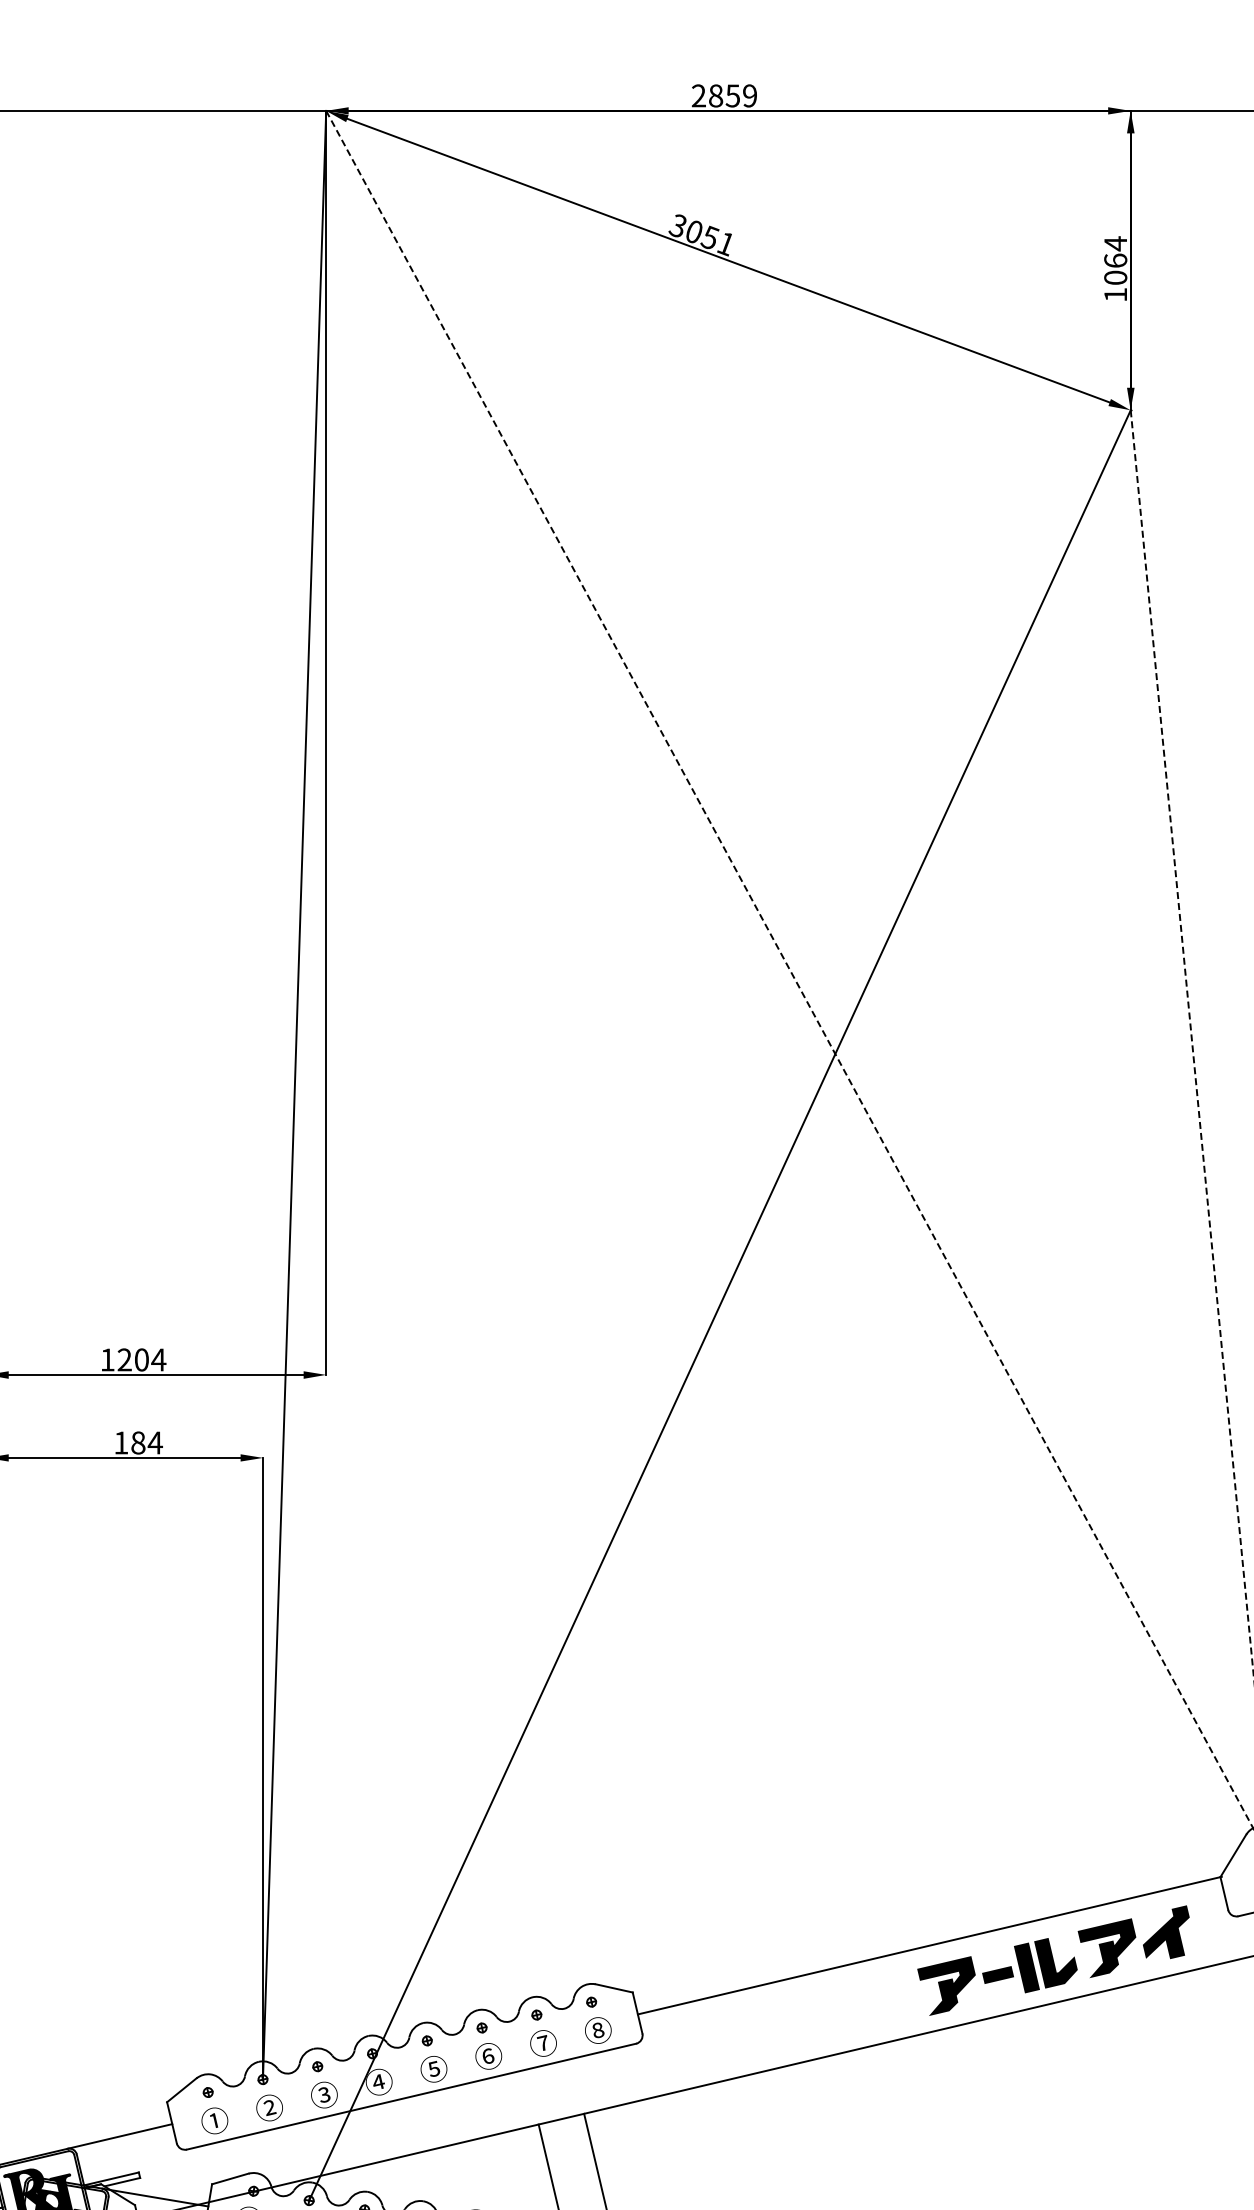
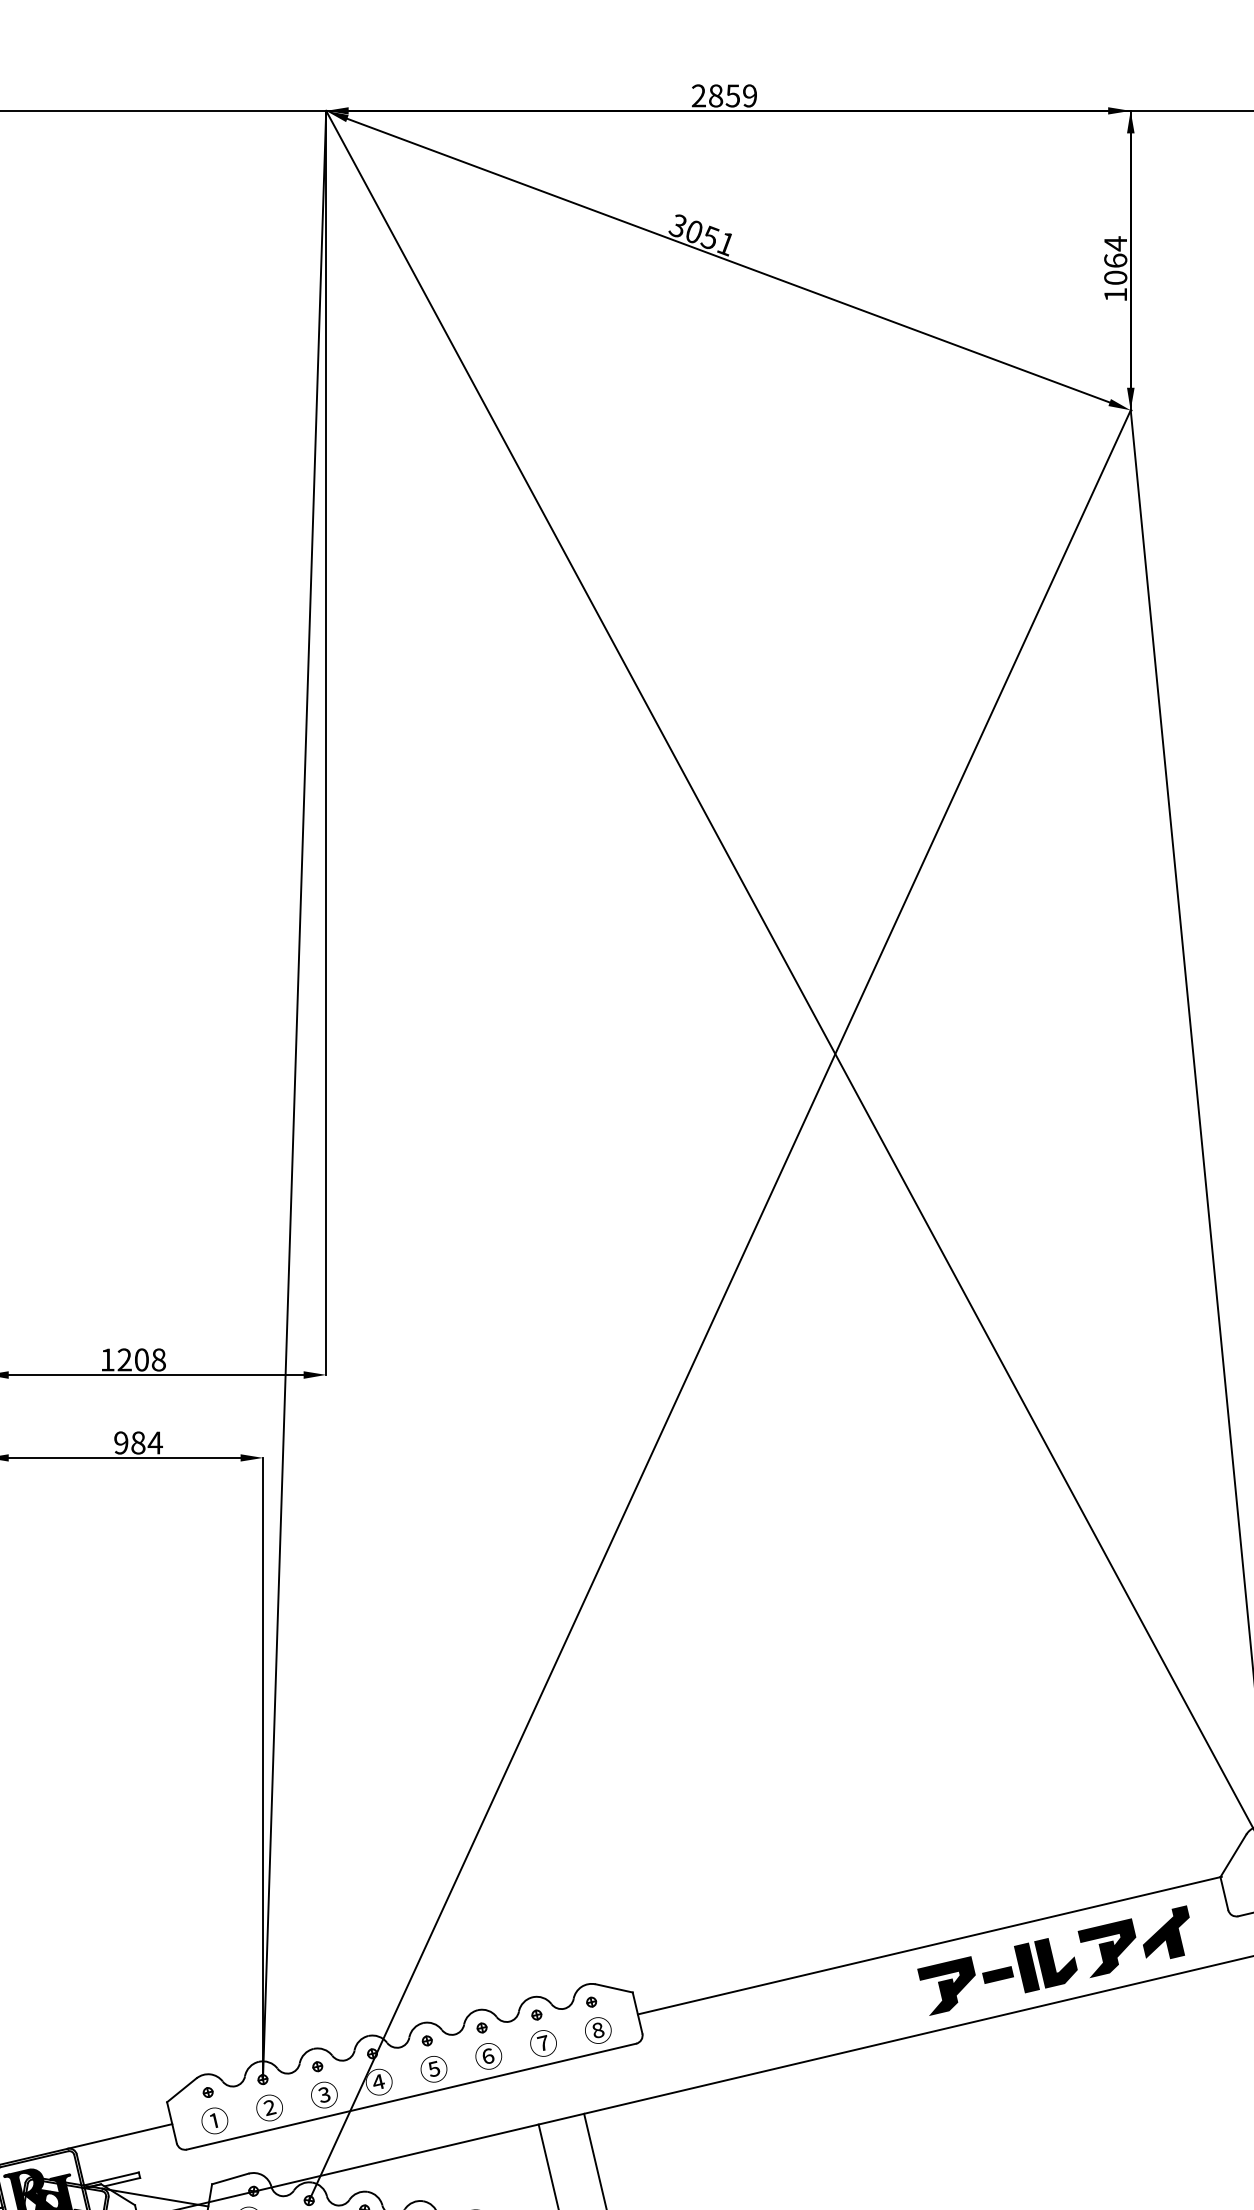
line at (790, 970): dashed -> solid
line at (1192, 1044): dashed -> solid
text at (158, 1359): 1204 -> 1208
text at (121, 1442): 184 -> 984
